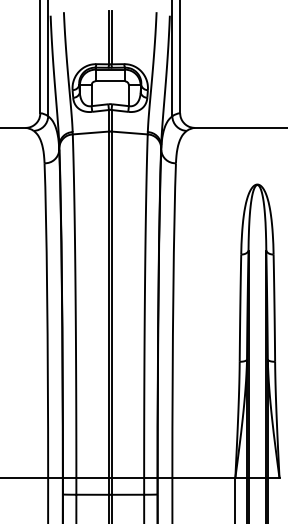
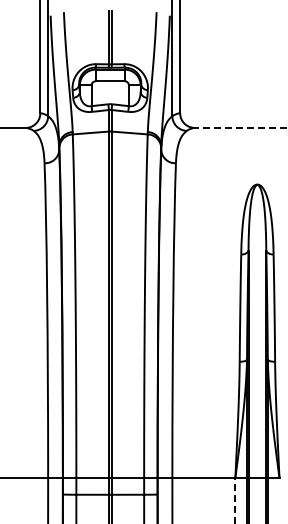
line at (240, 127): solid -> dashed
line at (235, 500): solid -> dashed
